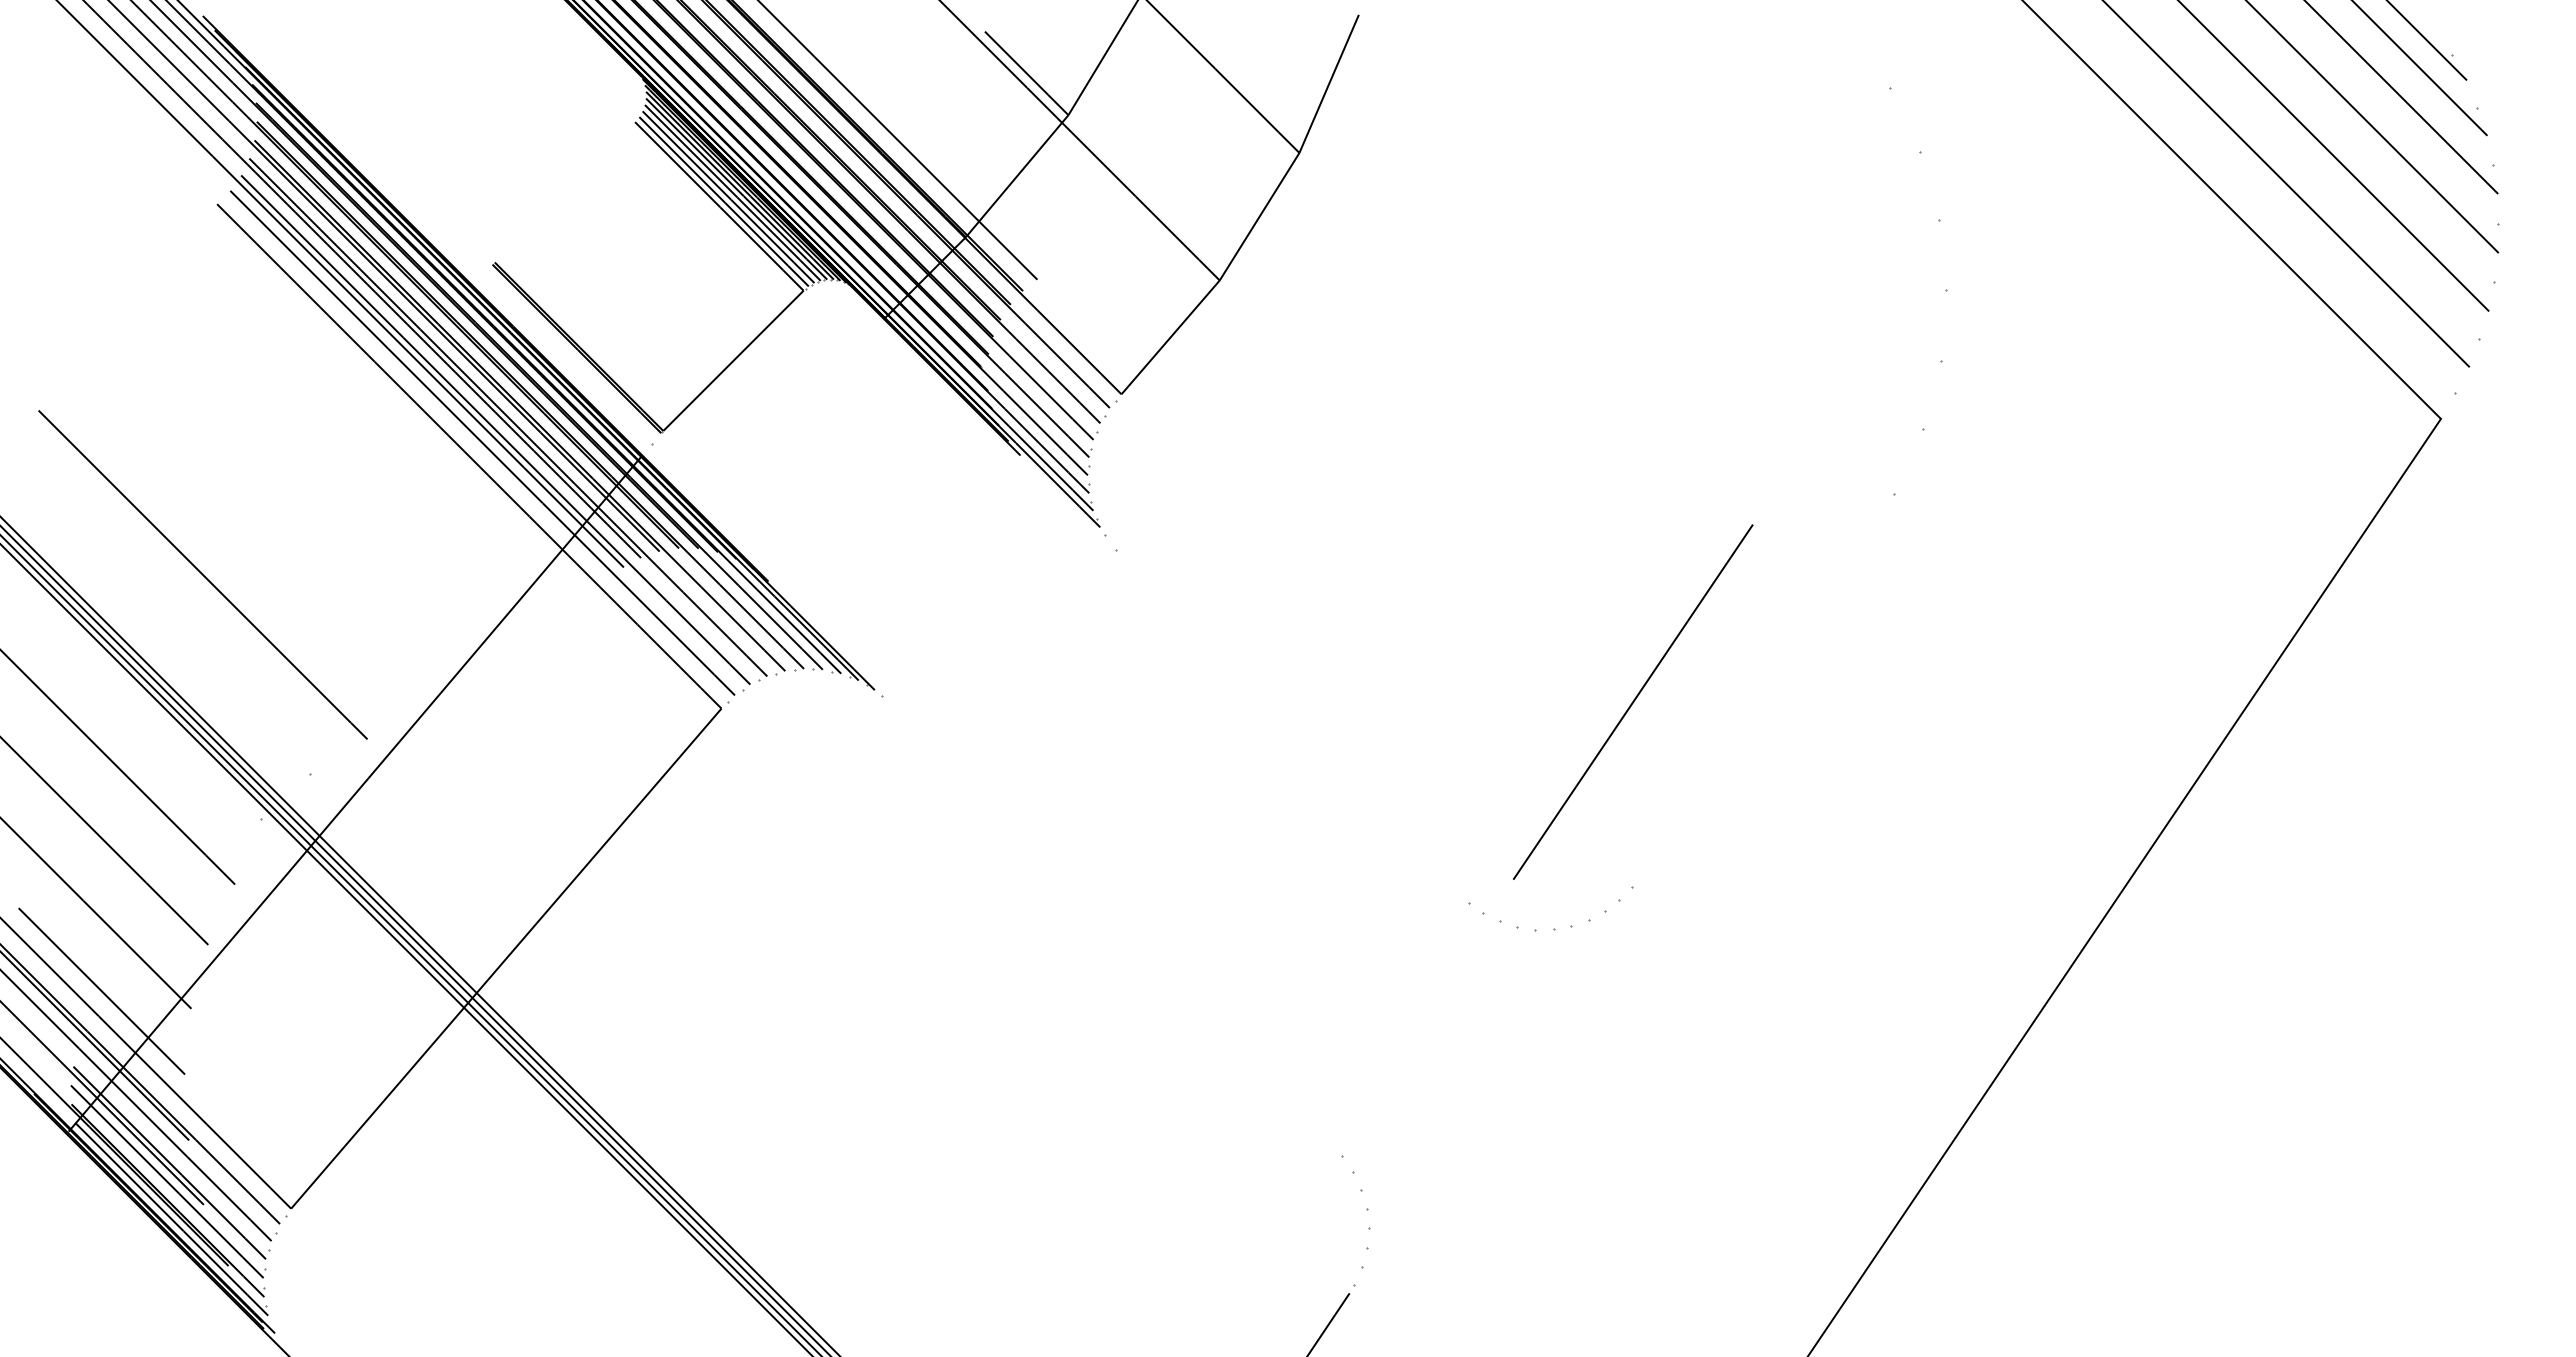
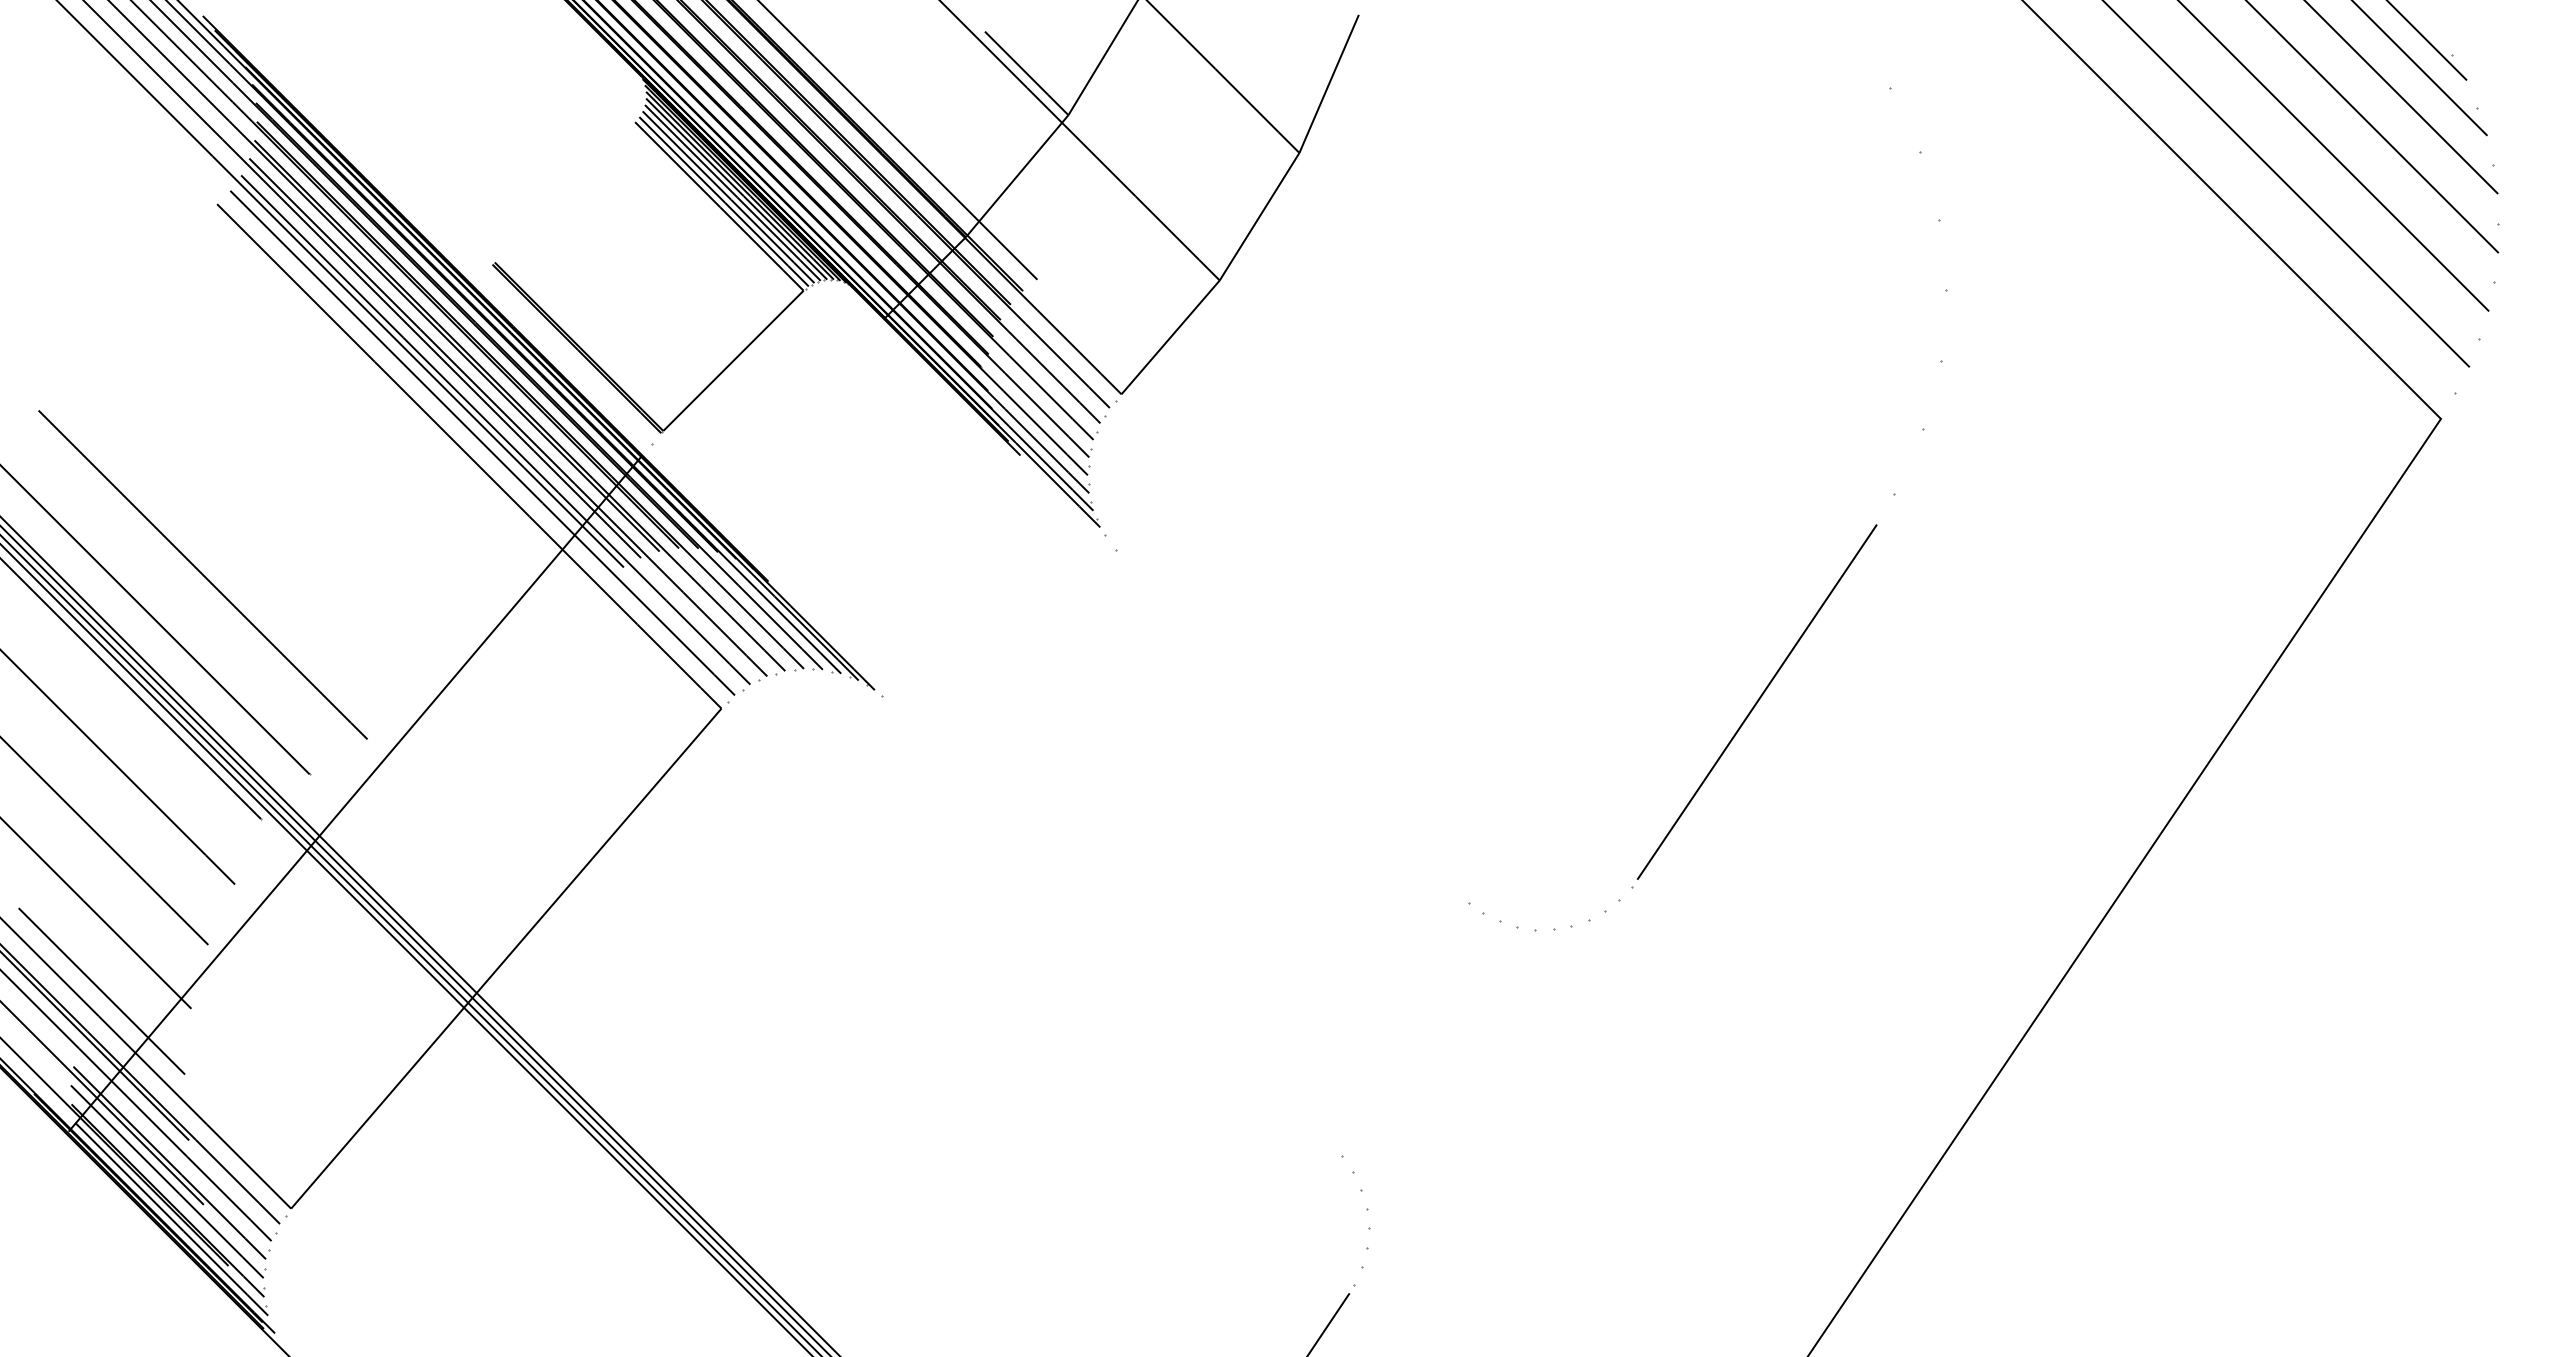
line at (155, 620): none -> present
line at (131, 689): none -> present
line at (1633, 701) position: (1633, 701) -> (1757, 701)
